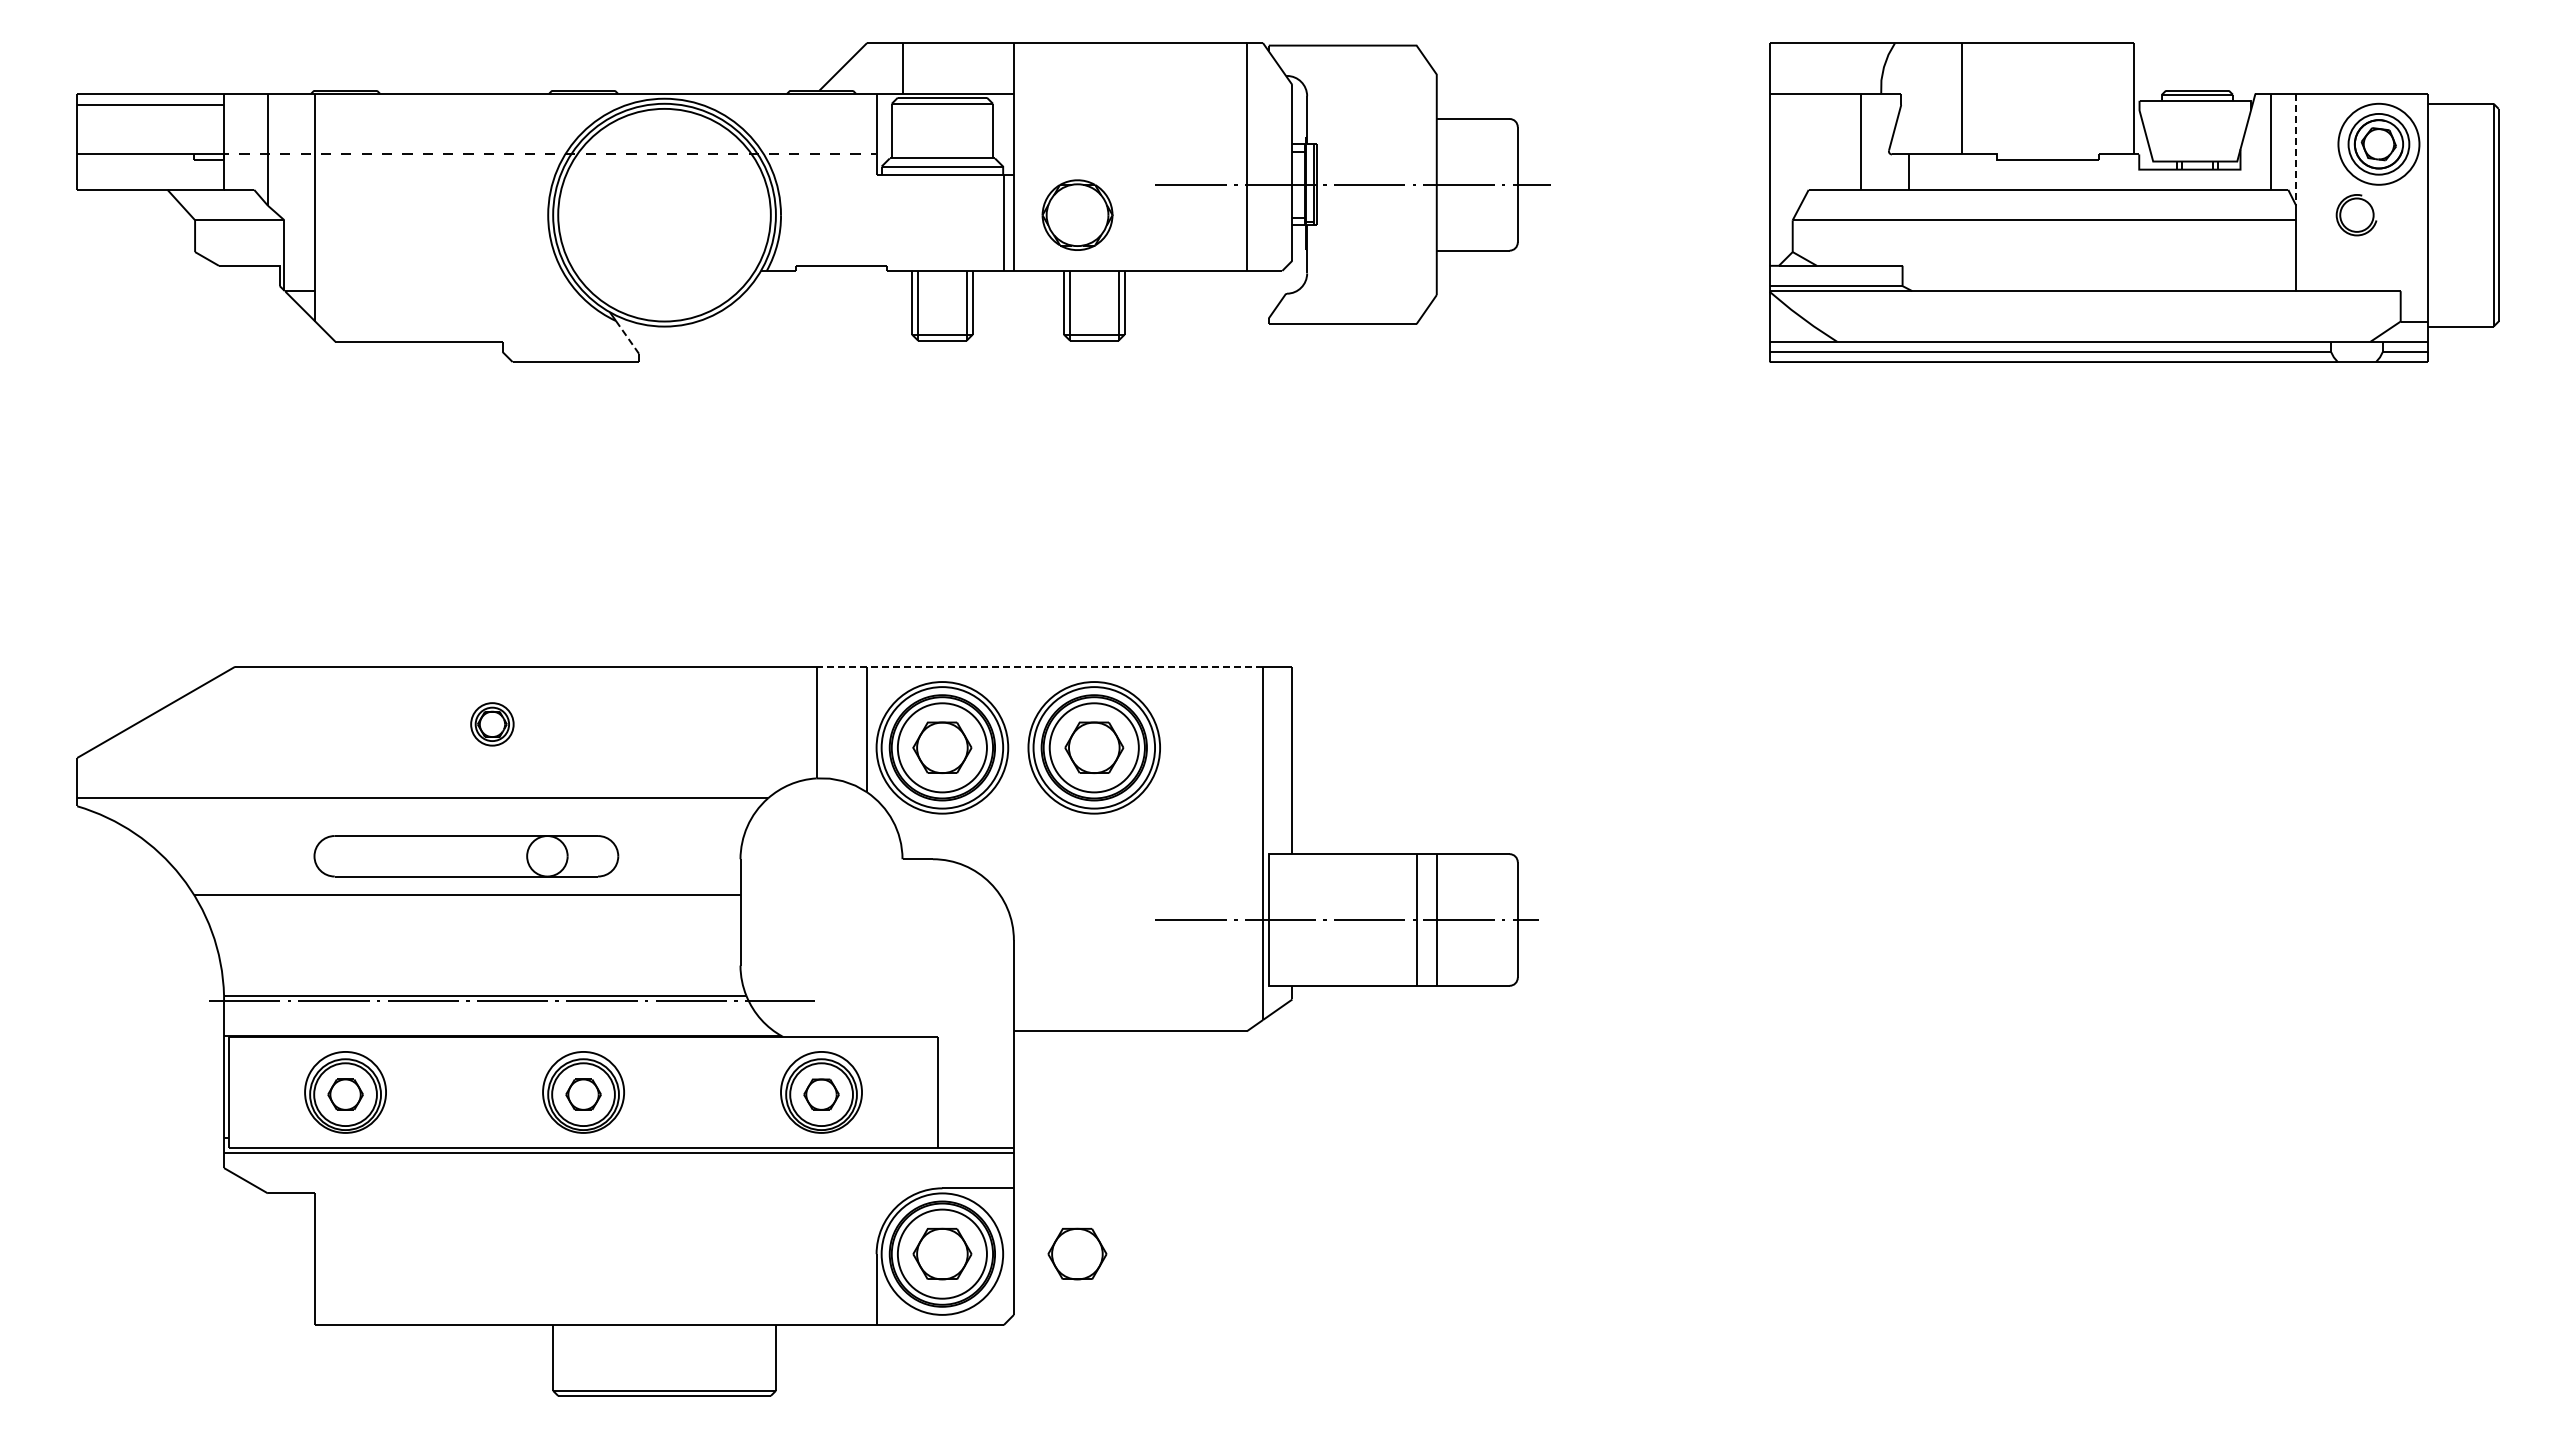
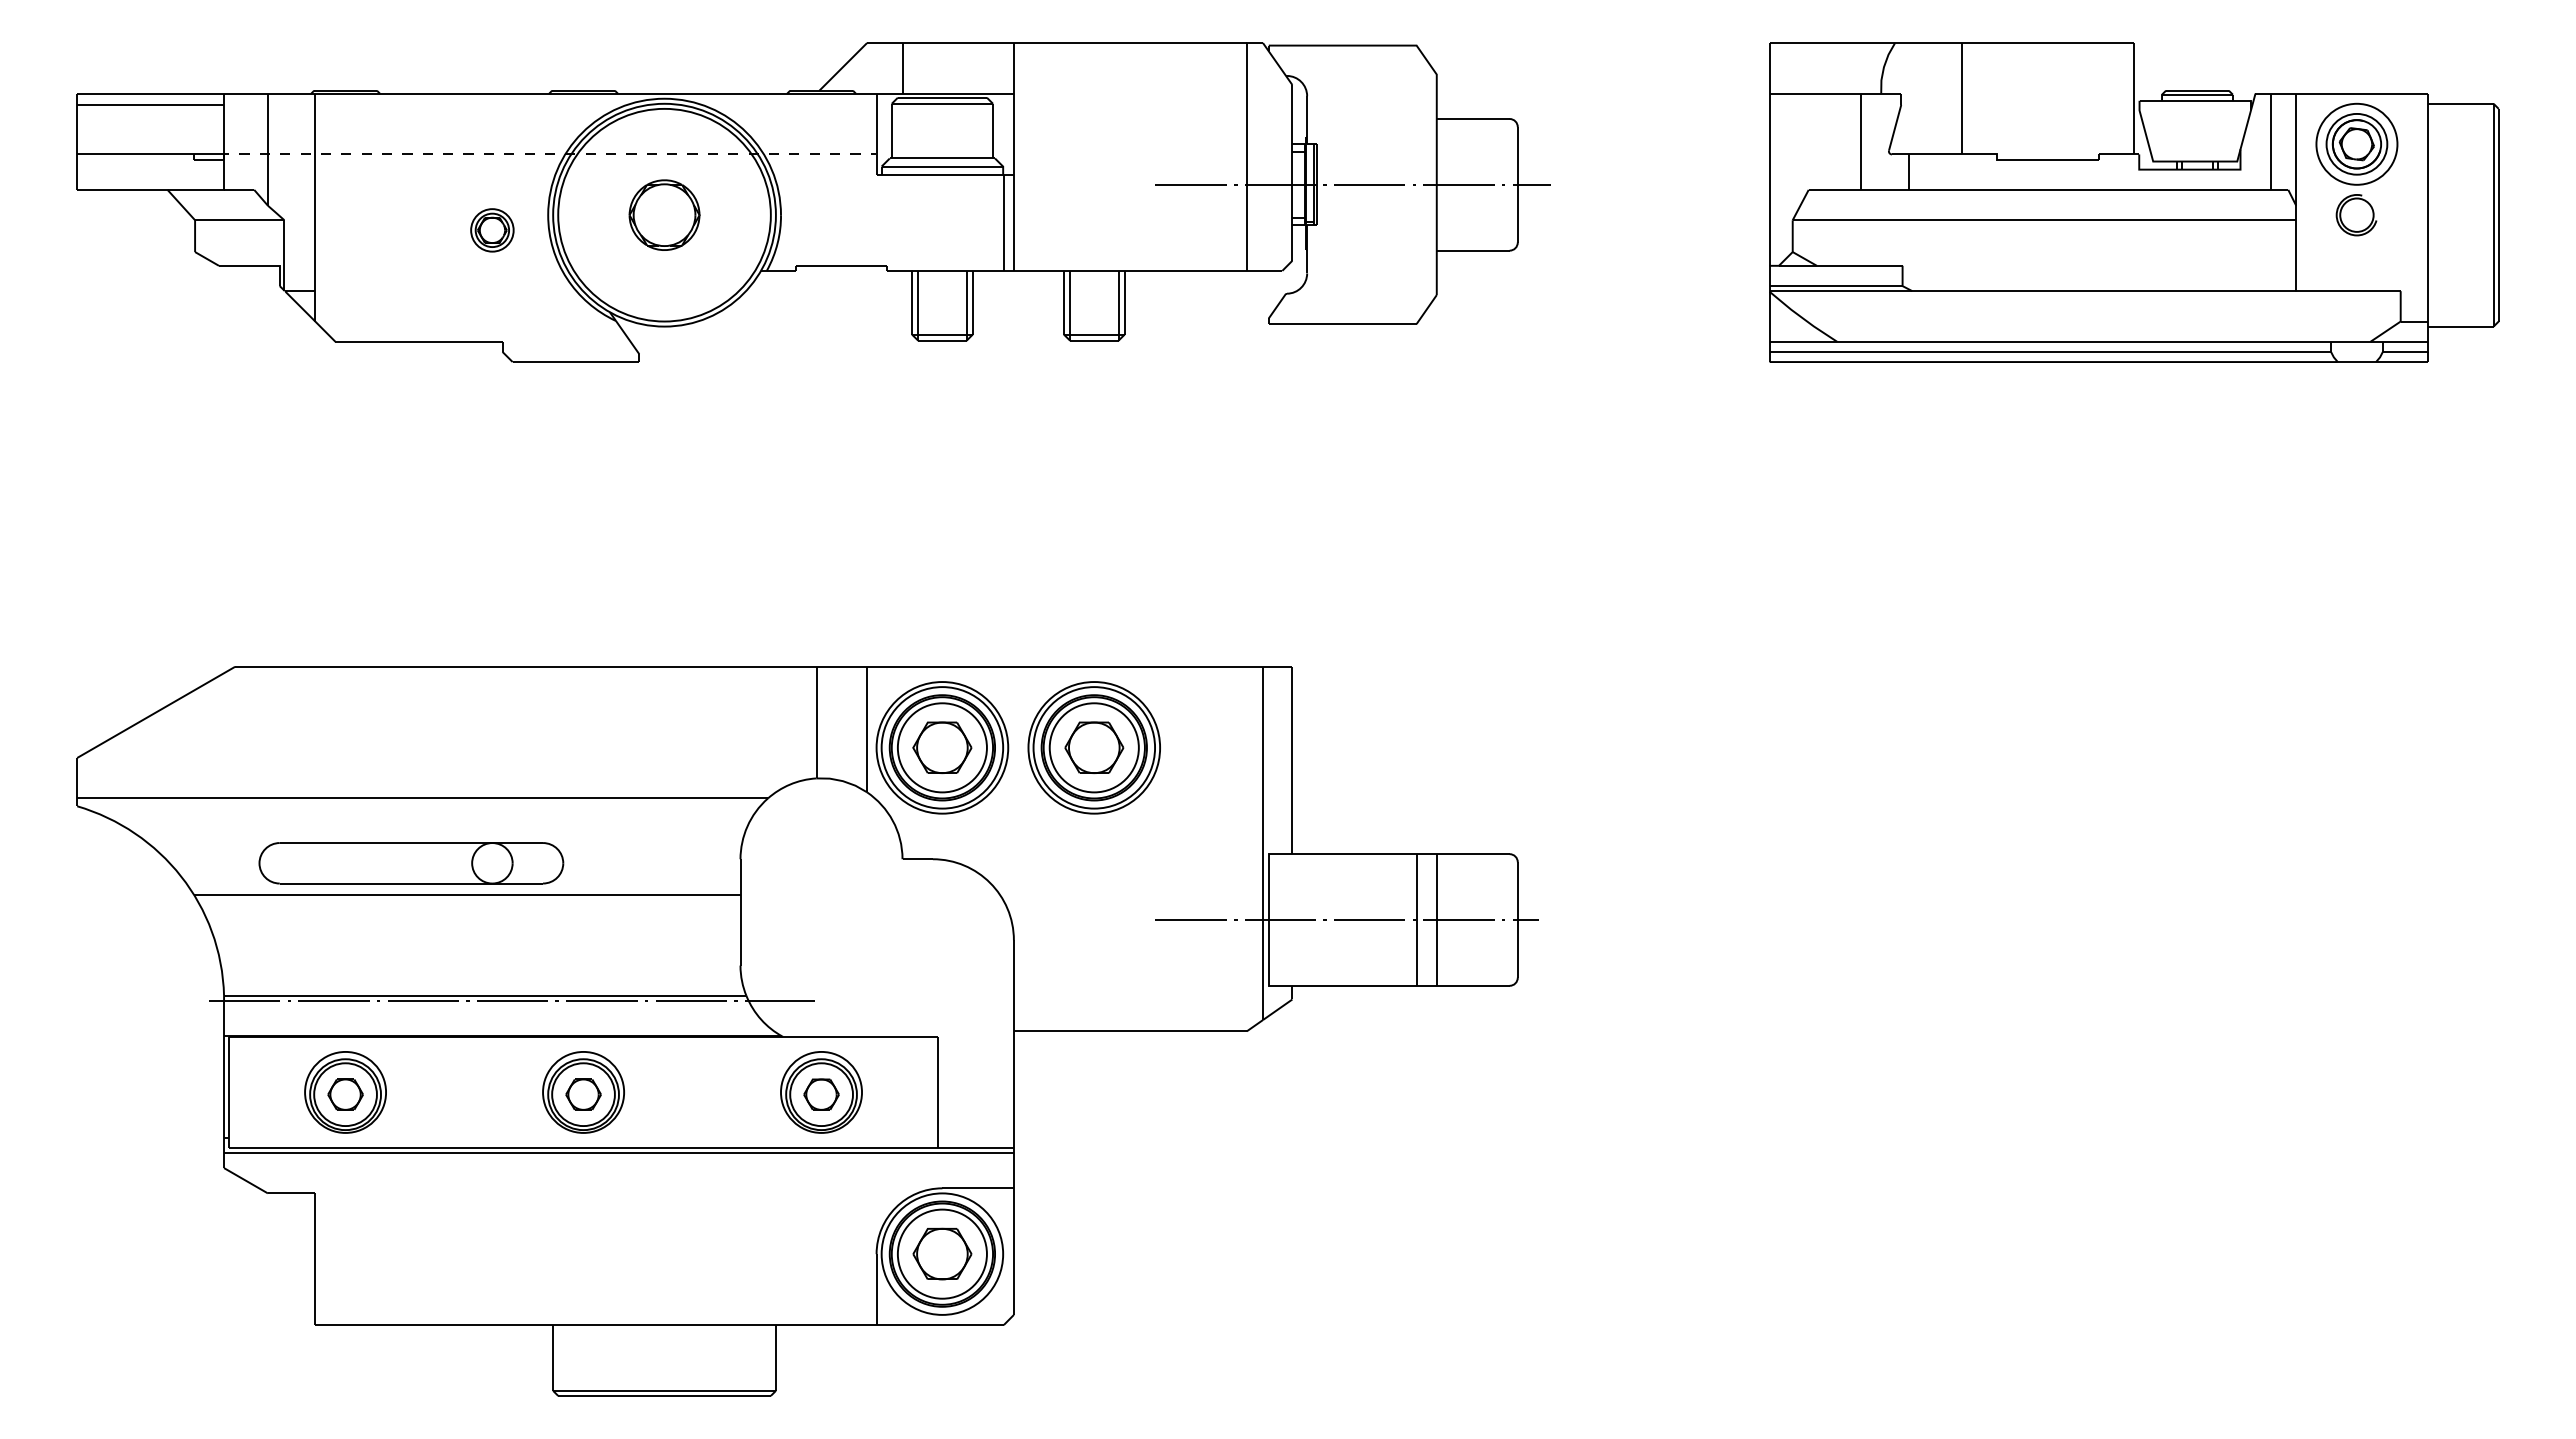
part at (2378, 143) position: (2378, 143) -> (2356, 143)
line at (2296, 149): dashed -> solid
part at (1077, 214) position: (1077, 214) -> (664, 214)
line at (627, 338): dashed -> solid
line at (1039, 666): dashed -> solid
part at (492, 724) position: (492, 724) -> (492, 230)
part at (466, 856) position: (466, 856) -> (411, 863)
part at (1077, 1253): present -> none
